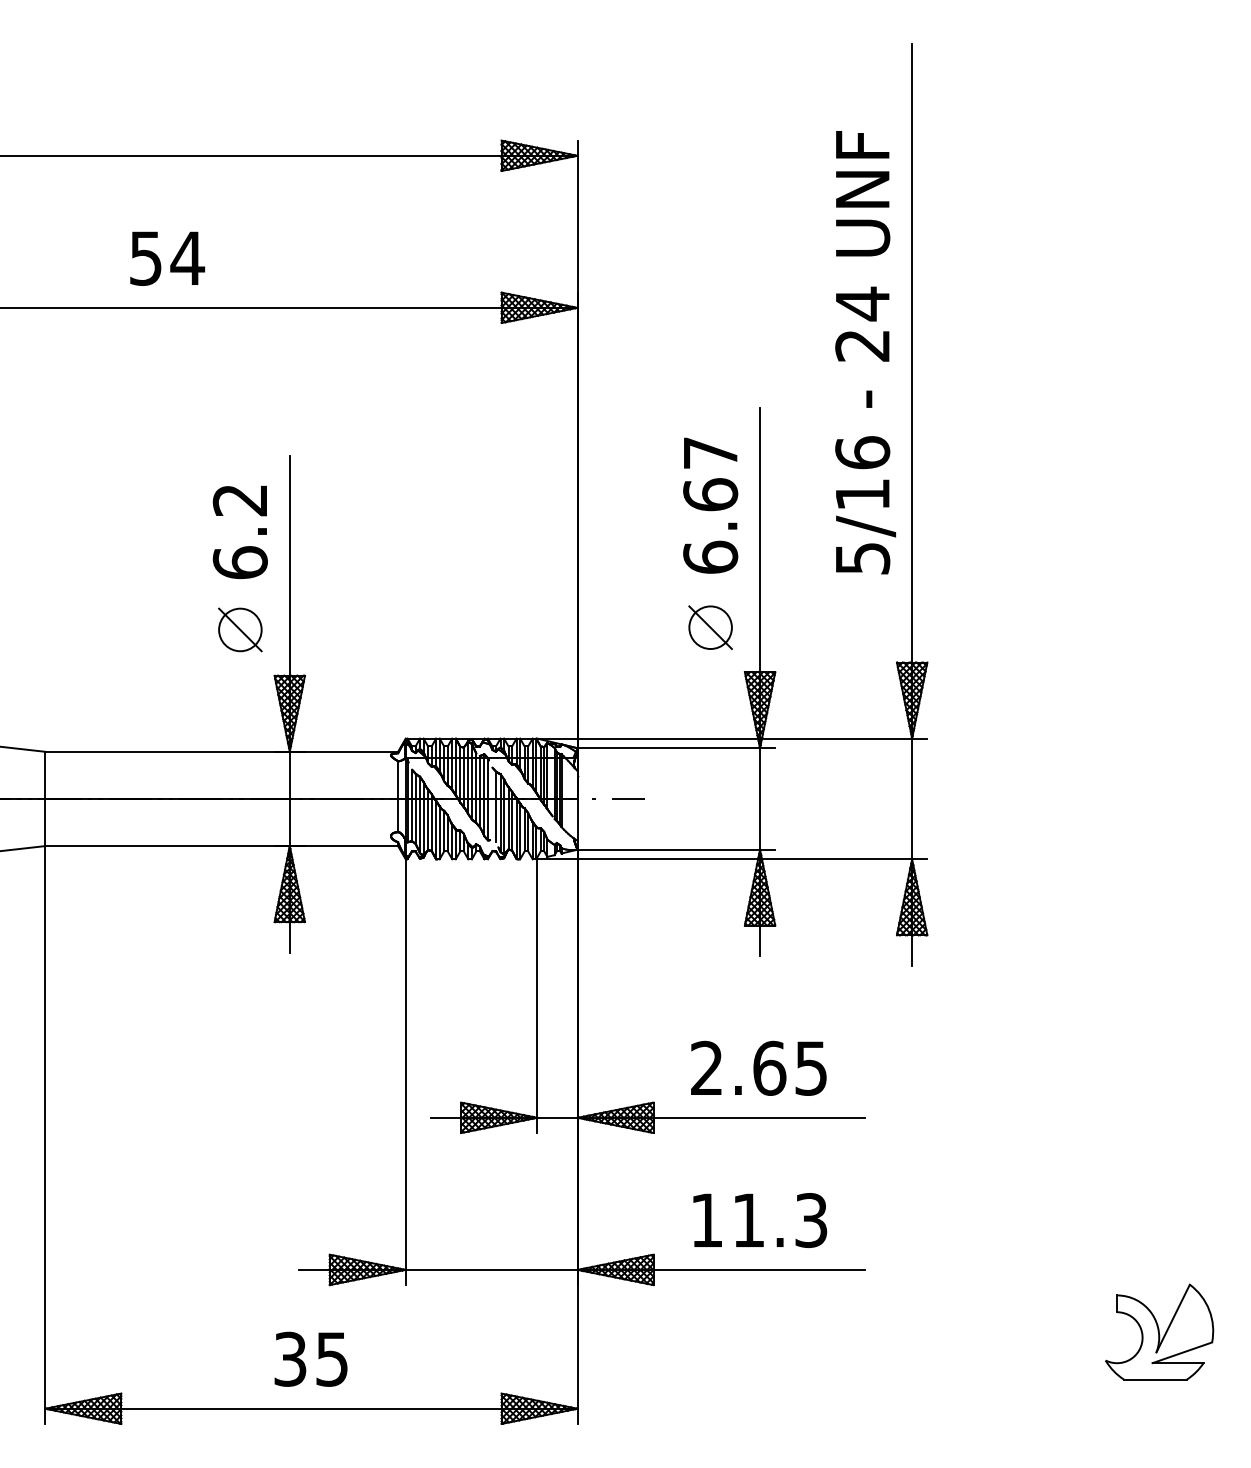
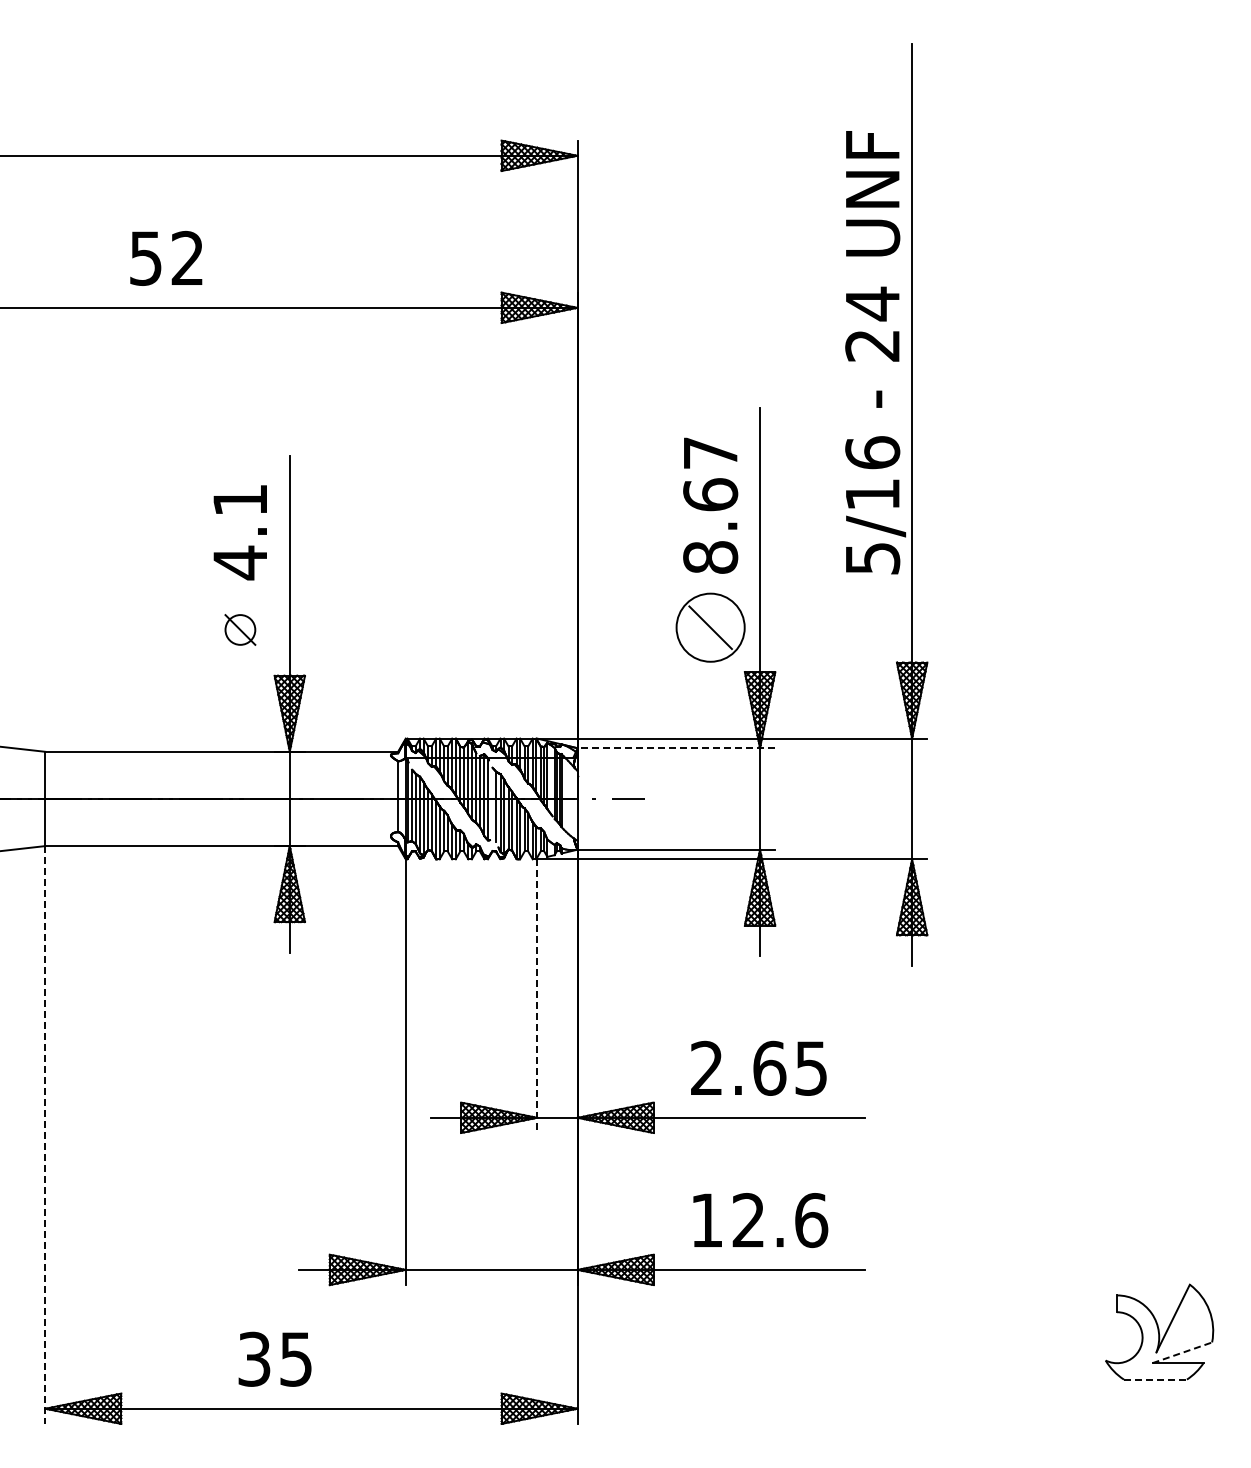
text at (187, 257): 54 -> 52
text at (865, 352) position: (865, 352) -> (875, 352)
text at (239, 532): 6.2 -> 4.1
text at (710, 556): 6.67 -> 8.67
circle at (710, 627) diameter: 43 px -> 68 px
part at (240, 629) size: 45x46 px -> 33x32 px
line at (676, 748): solid -> dashed
line at (537, 996): solid -> dashed
line at (45, 1135): solid -> dashed
text at (780, 1220): 11.3 -> 12.6
line at (1182, 1352): solid -> dashed
text at (310, 1358) position: (310, 1358) -> (274, 1358)
line at (1155, 1379): solid -> dashed
